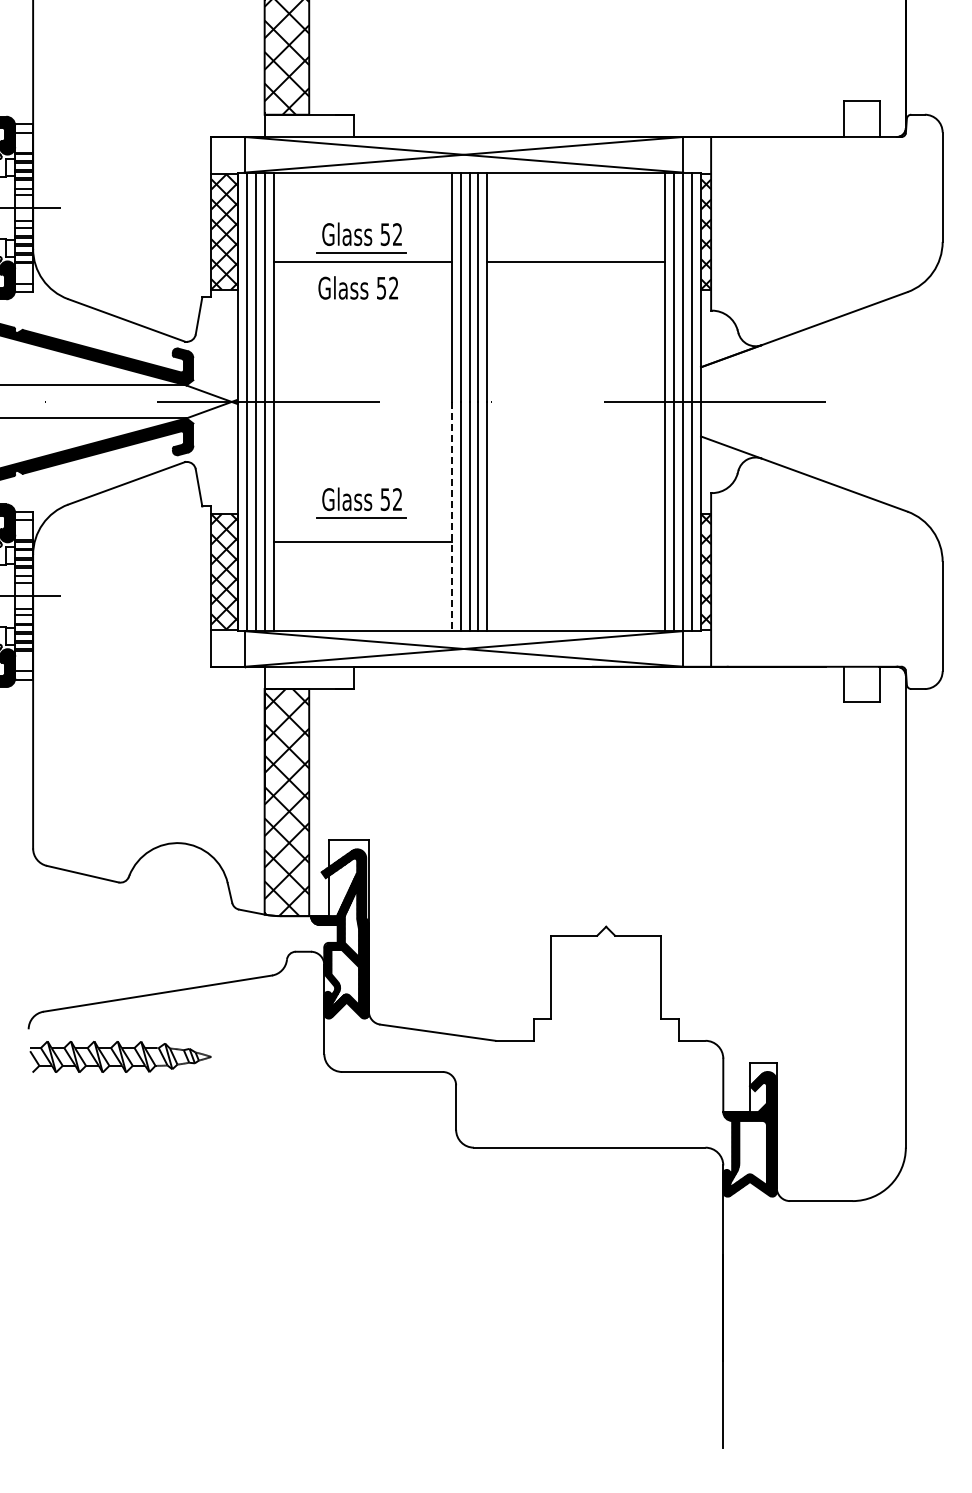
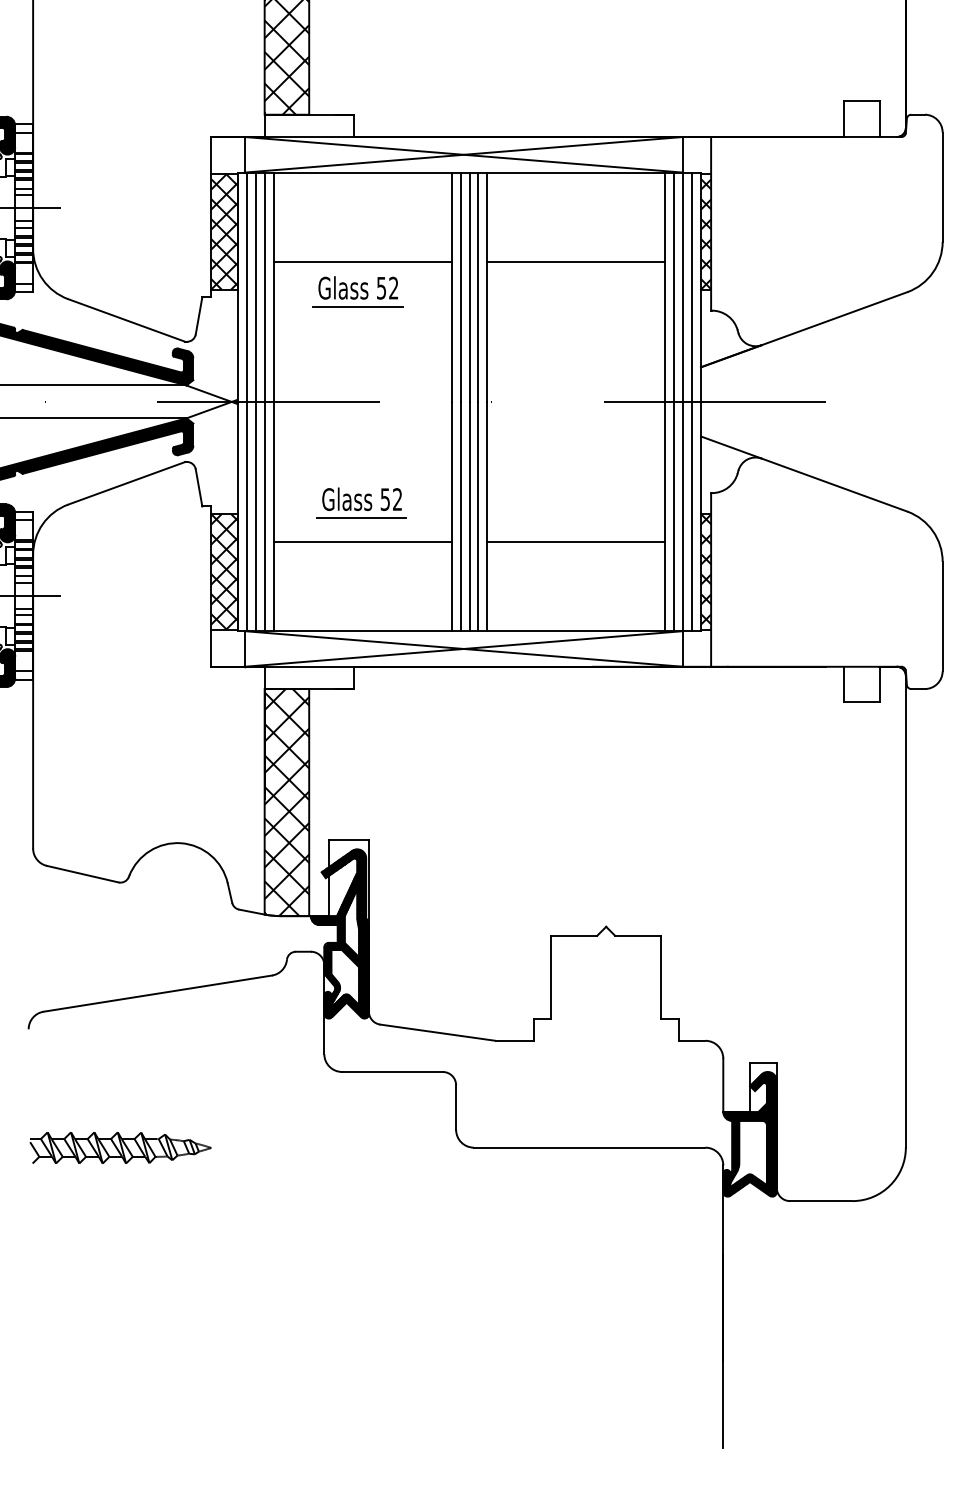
part at (361, 237): present -> none
line at (357, 306): none -> present
line at (451, 516): dashed -> solid
line at (576, 542): none -> present
part at (120, 1056) position: (120, 1056) -> (120, 1147)
